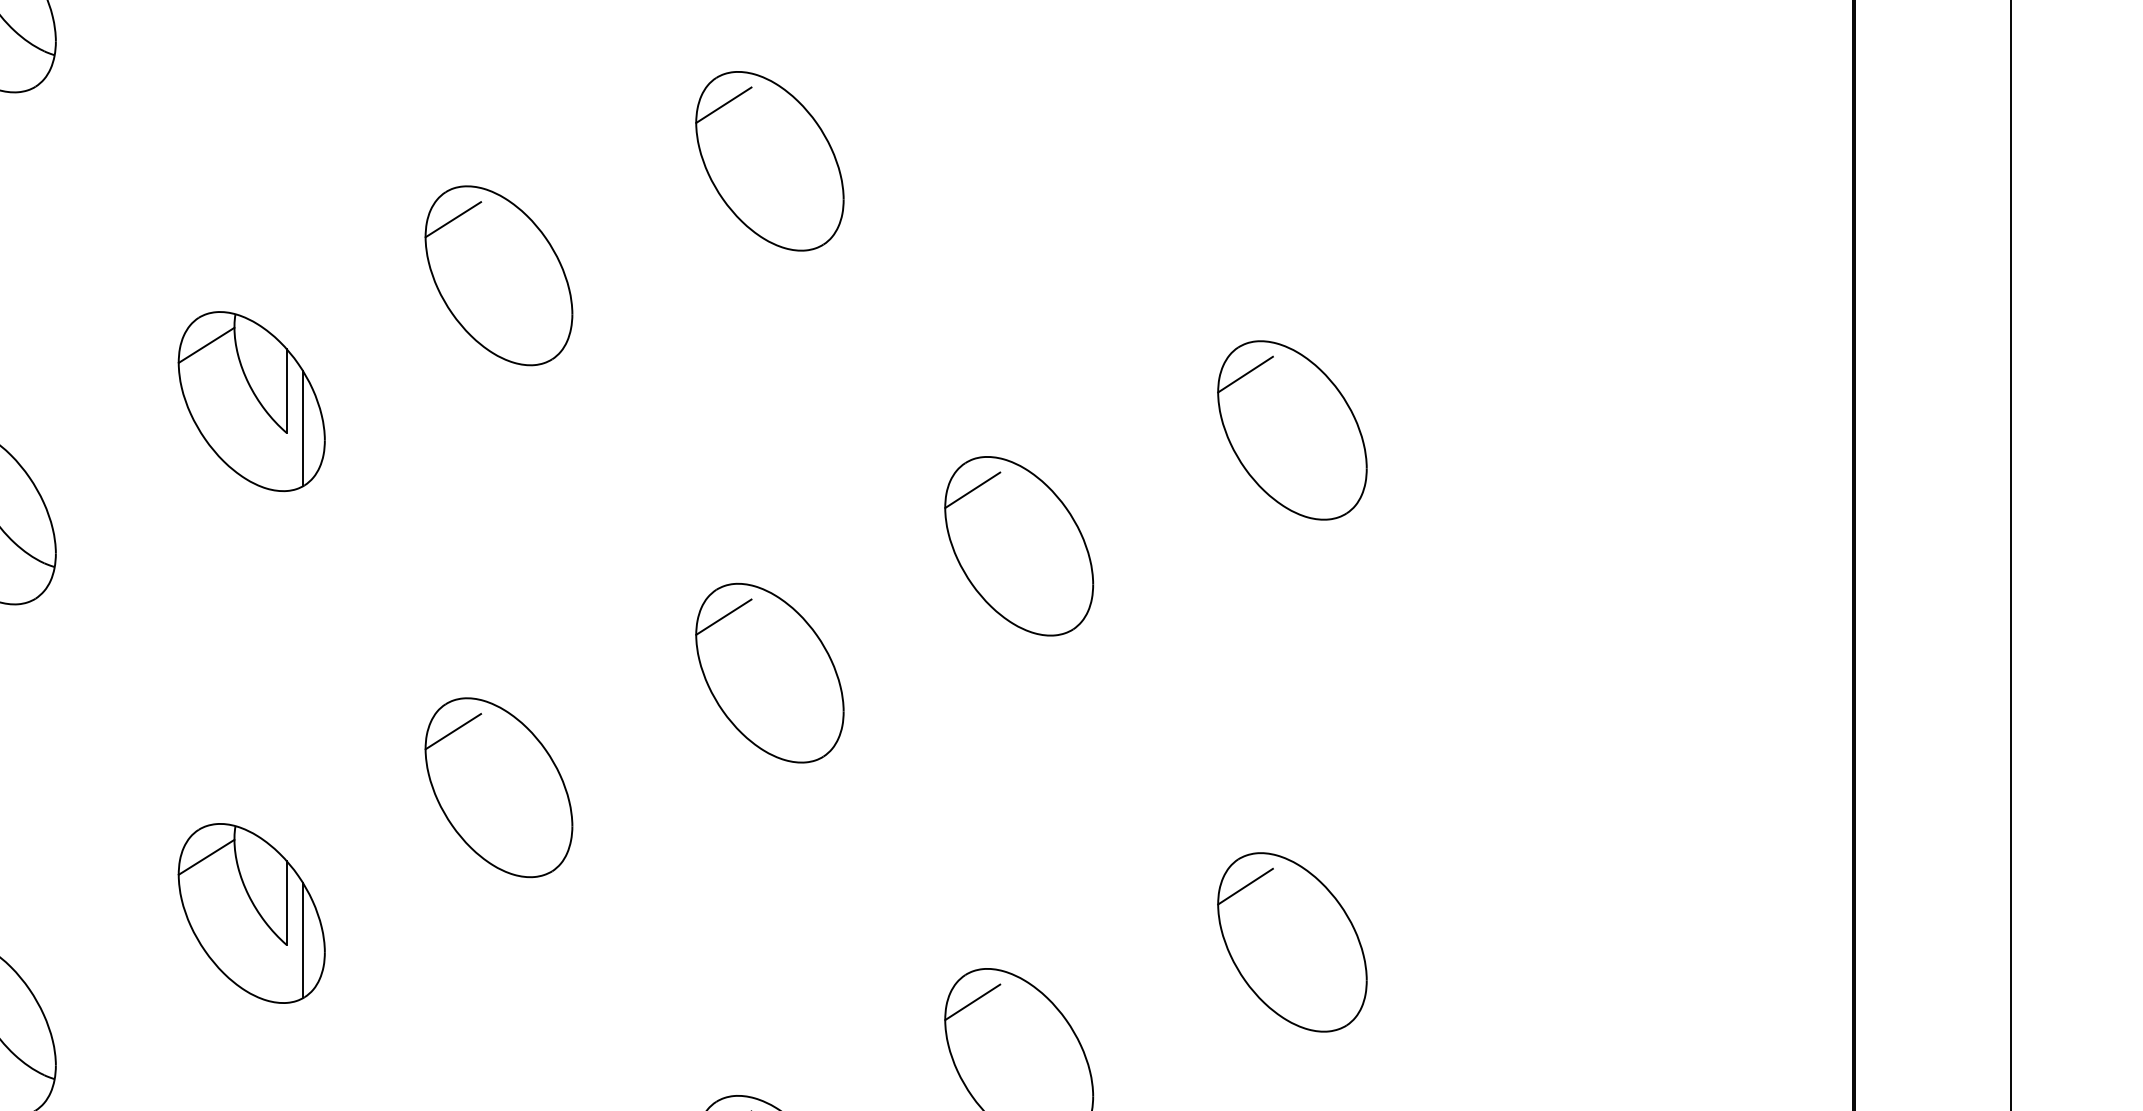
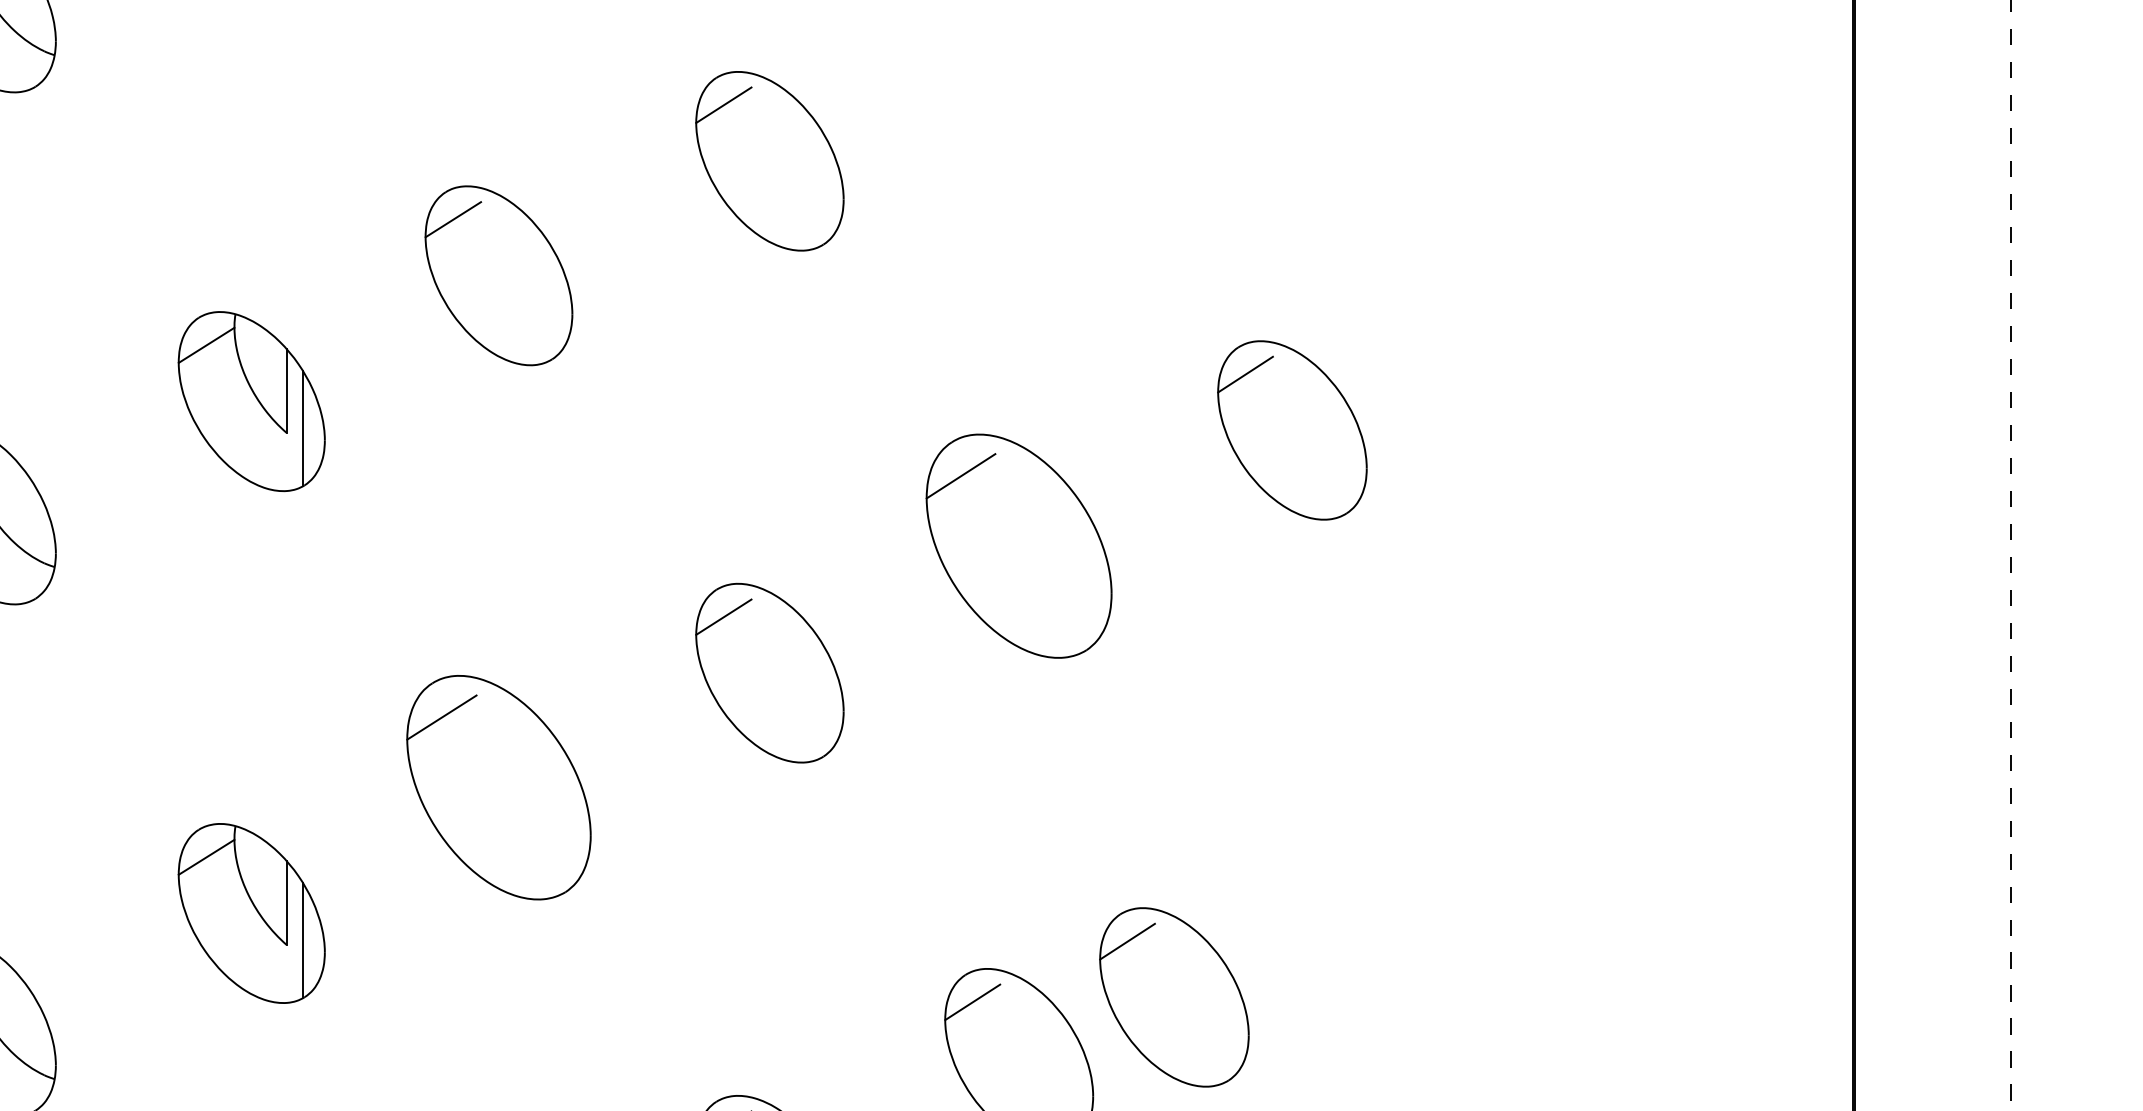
part at (1019, 546) size: 151x181 px -> 188x226 px
line at (2010, 555): solid -> dashed
part at (498, 787) size: 150x182 px -> 186x226 px
part at (1292, 942) position: (1292, 942) -> (1174, 997)
